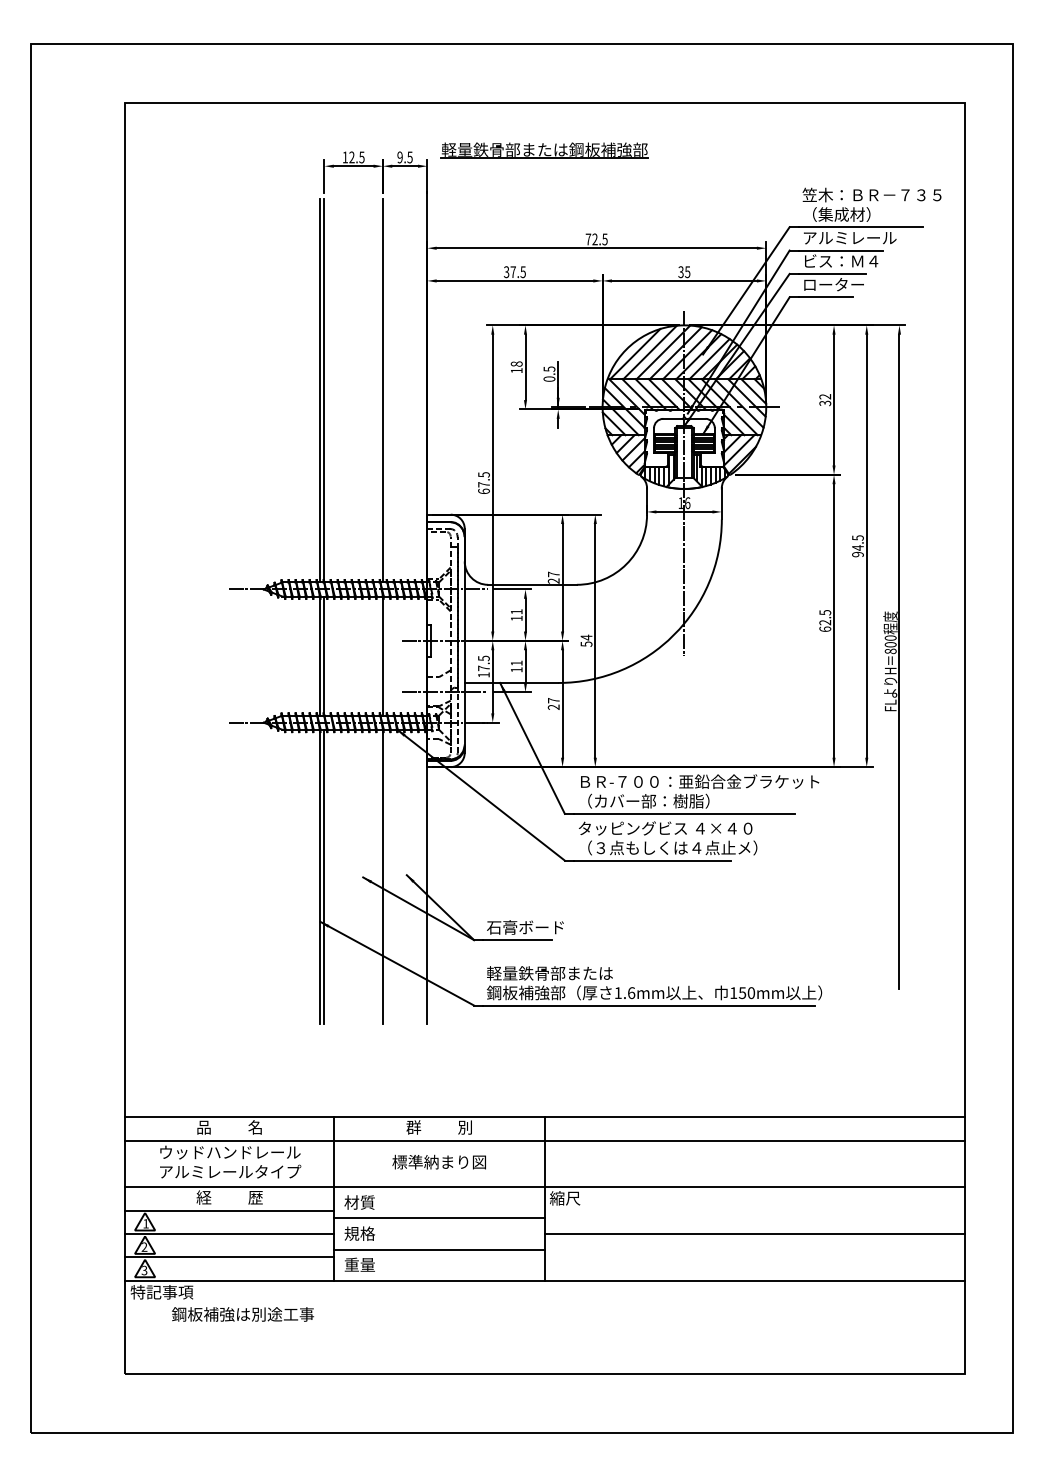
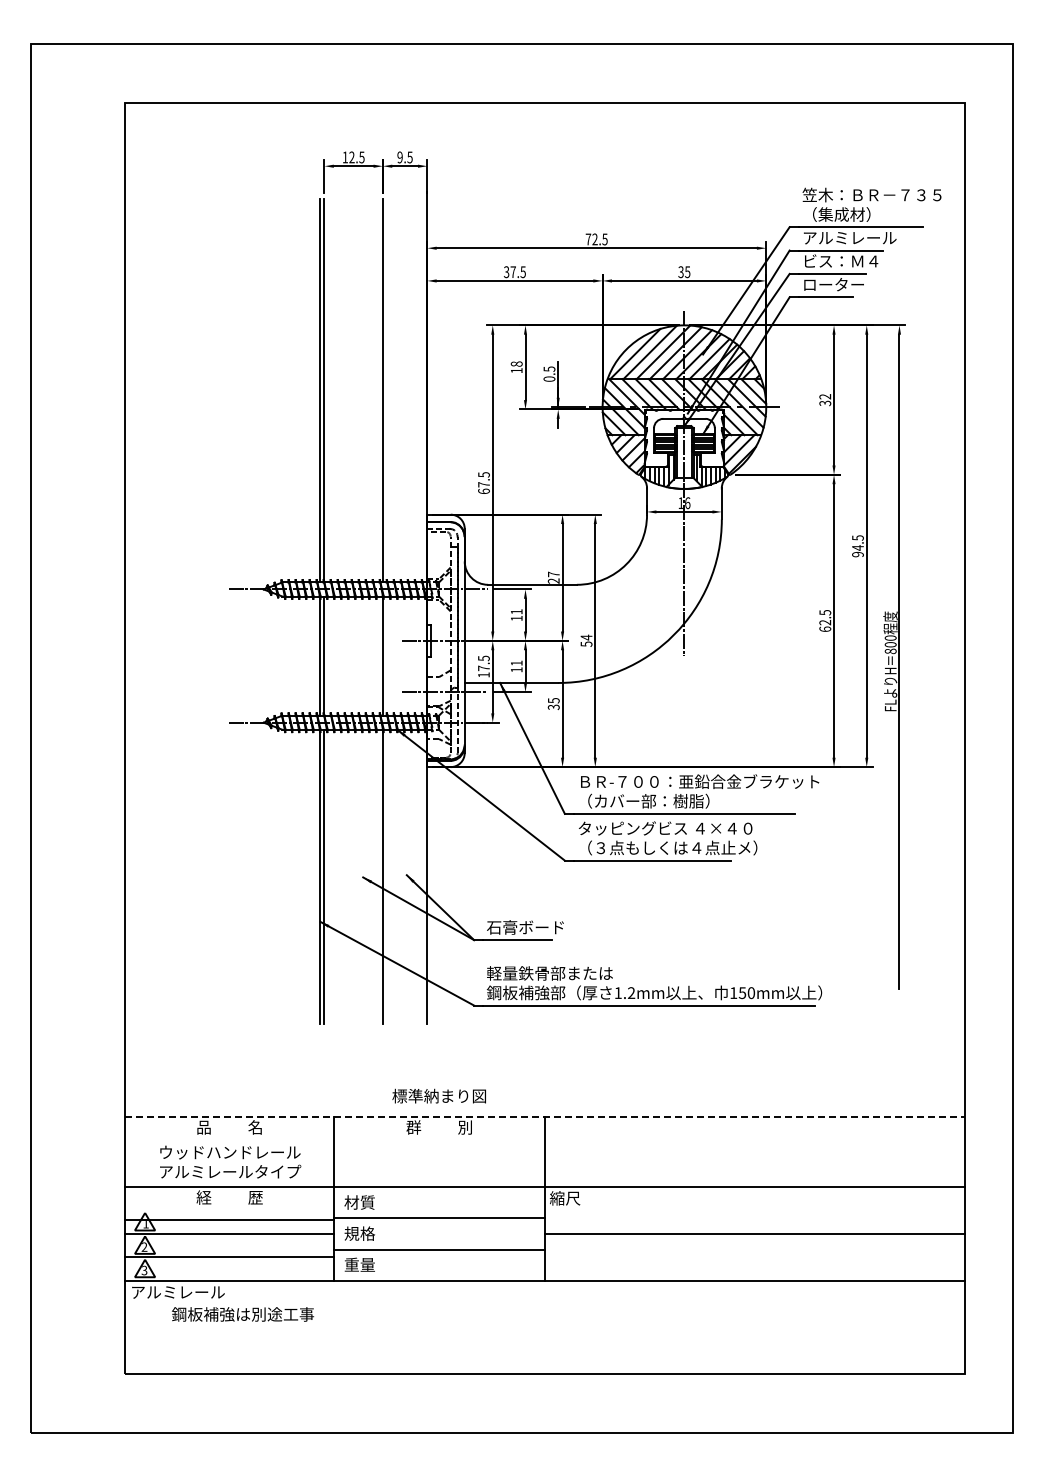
part at (544, 150): present -> none
text at (553, 703): 27 -> 35
text at (631, 993): 1.6mm -> 1.2mm
line at (545, 1117): solid -> dashed
line at (544, 1140): present -> none
text at (438, 1161) position: (438, 1161) -> (438, 1095)
line at (229, 1210) position: (229, 1210) -> (229, 1219)
text at (177, 1292): 特記事項 -> アルミレール
